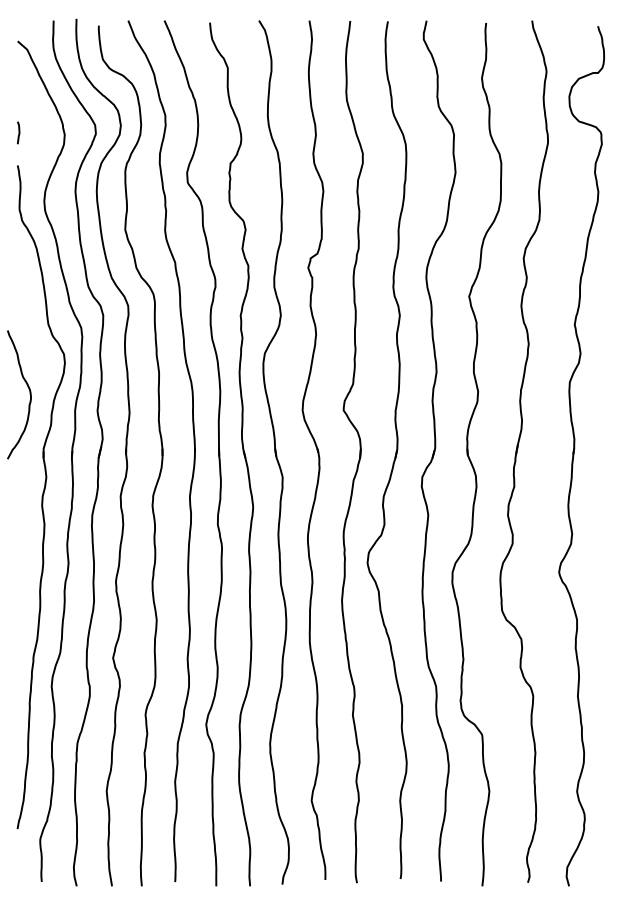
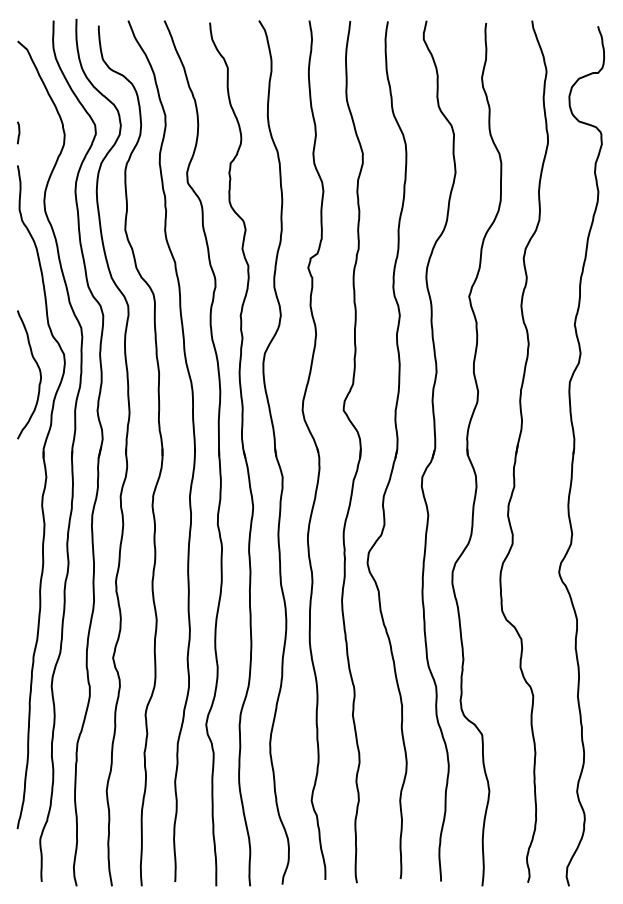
curve at (29, 394) position: (29, 394) -> (39, 374)
